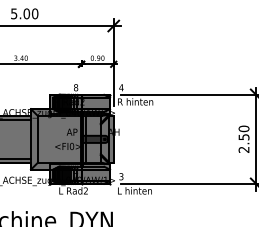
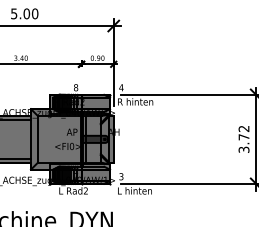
text at (243, 138): 2.50 -> 3.72
